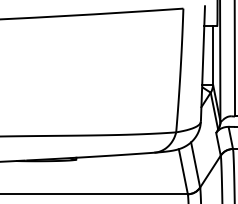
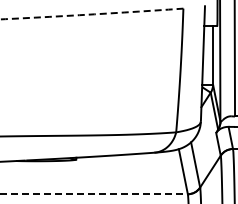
arc at (91, 14): solid -> dashed
line at (94, 194): solid -> dashed
